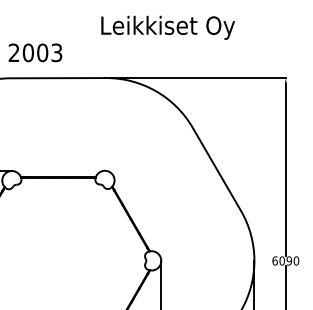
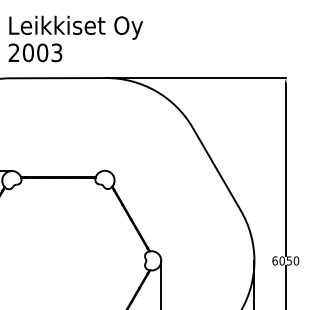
text at (167, 27) position: (167, 27) -> (75, 27)
text at (289, 260): 6090 -> 6050
